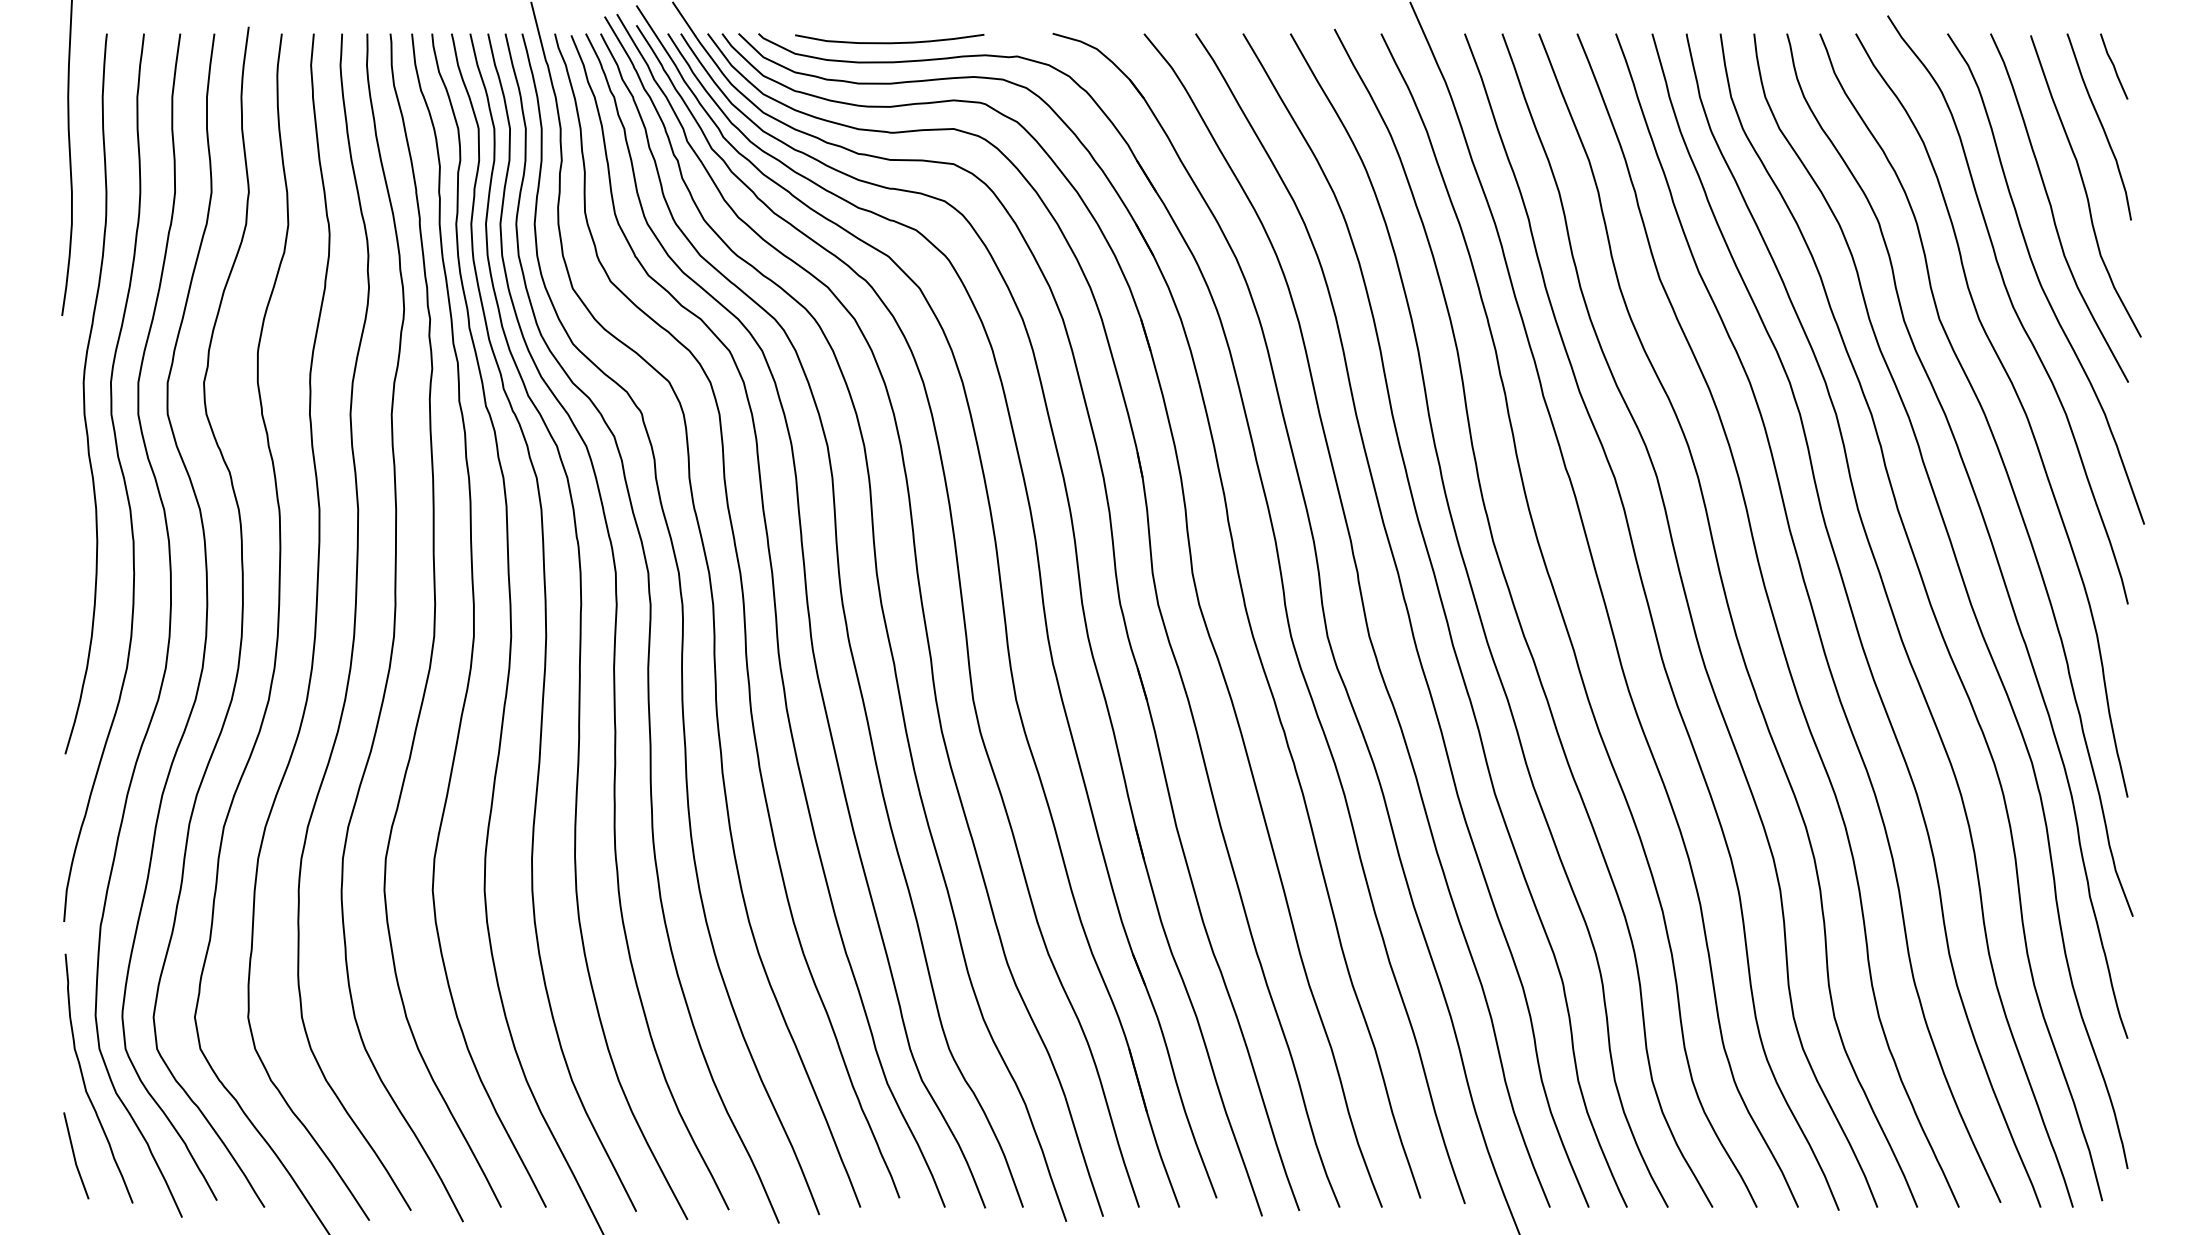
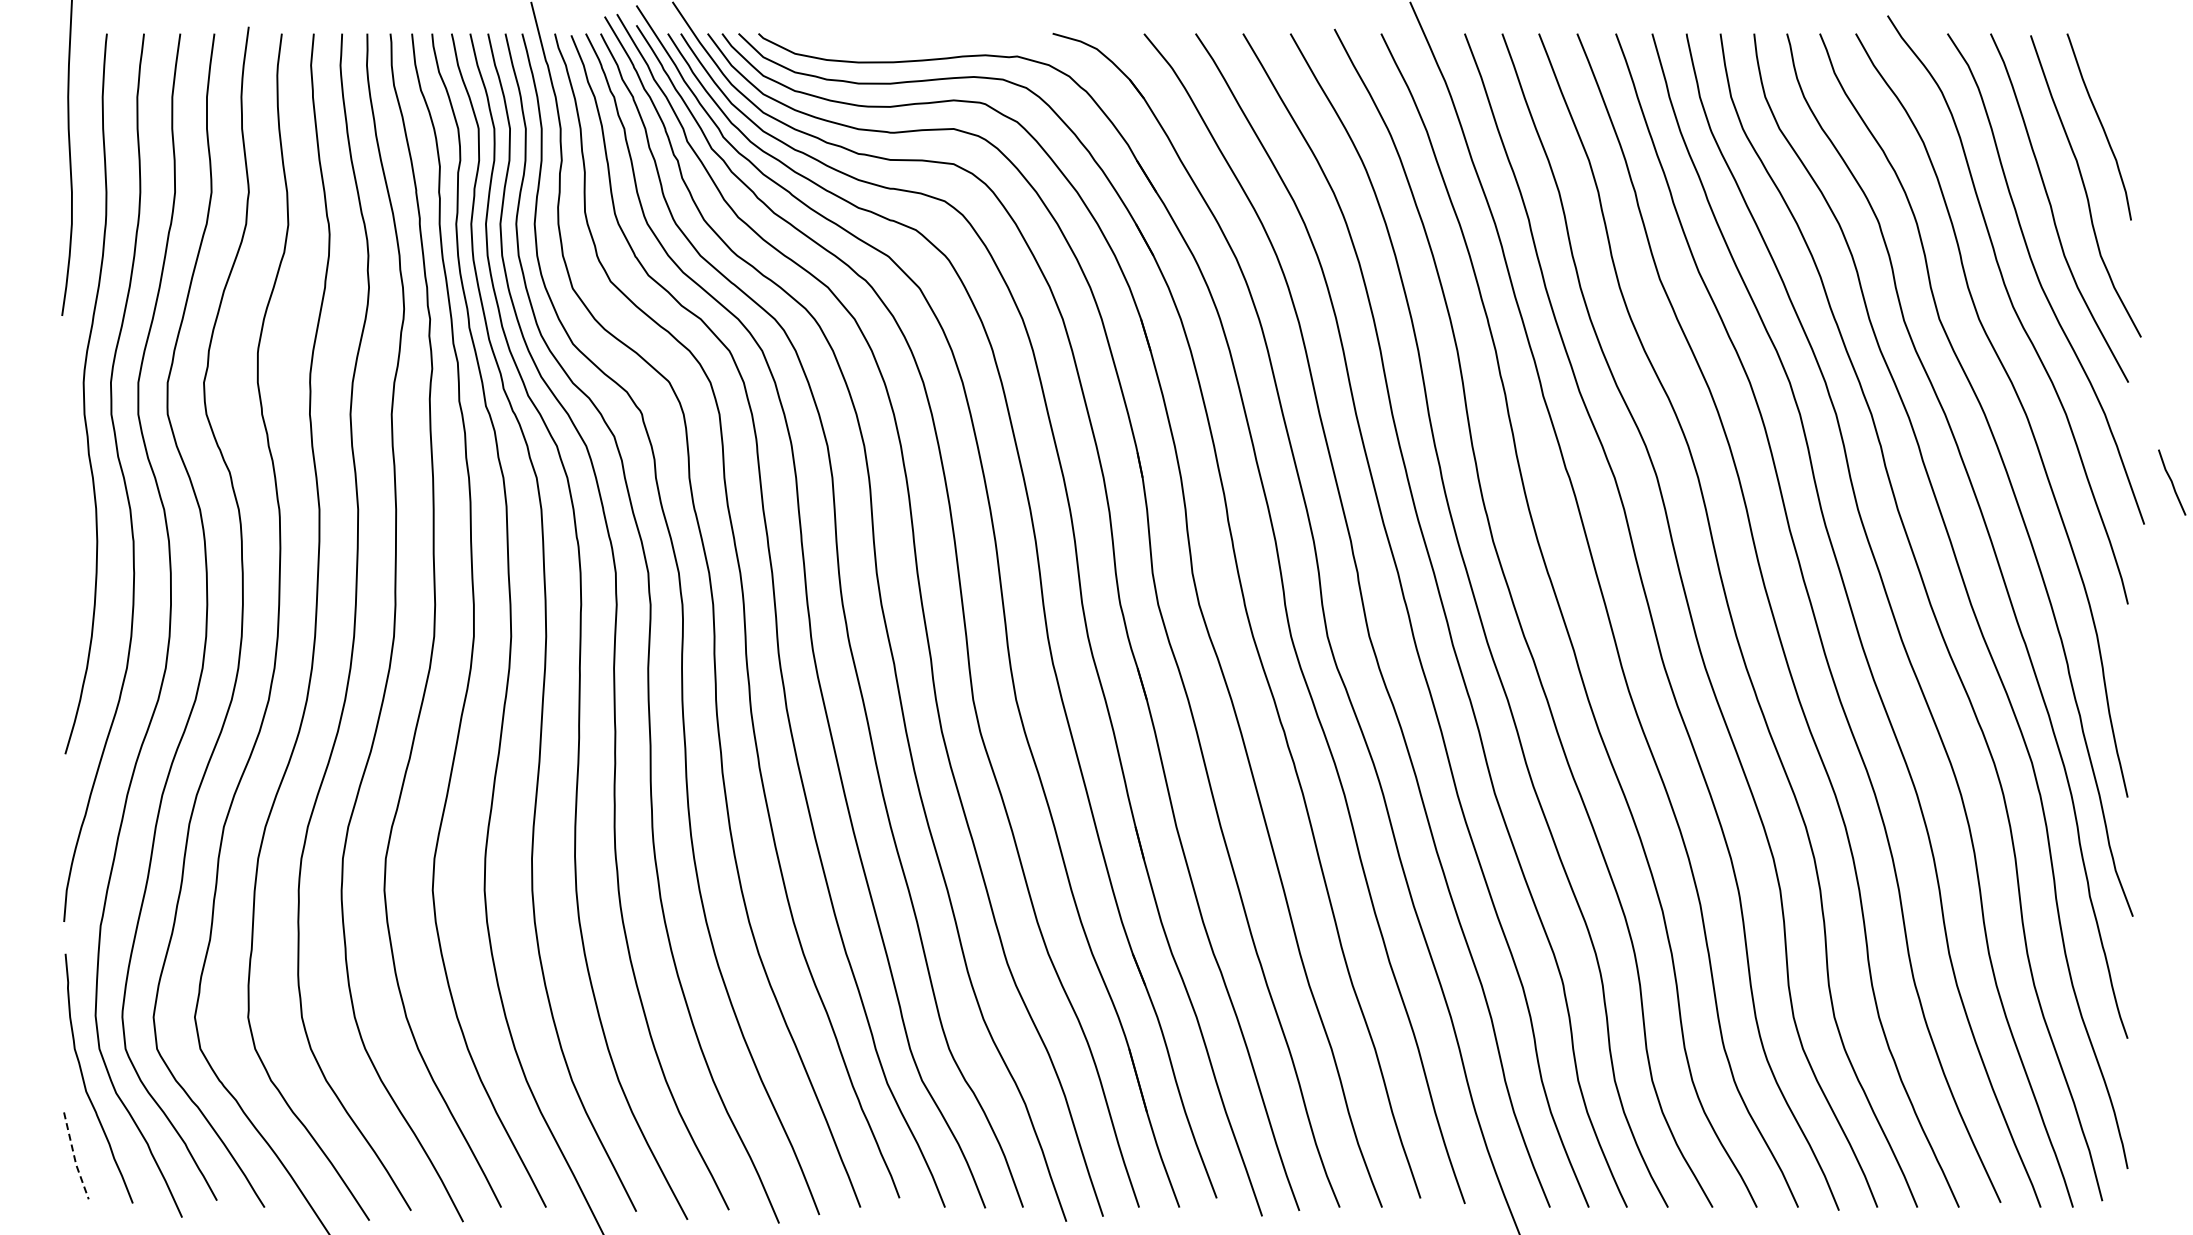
curve at (889, 42): present -> none
line at (2114, 66) position: (2114, 66) -> (2172, 482)
line at (74, 1157): solid -> dashed
